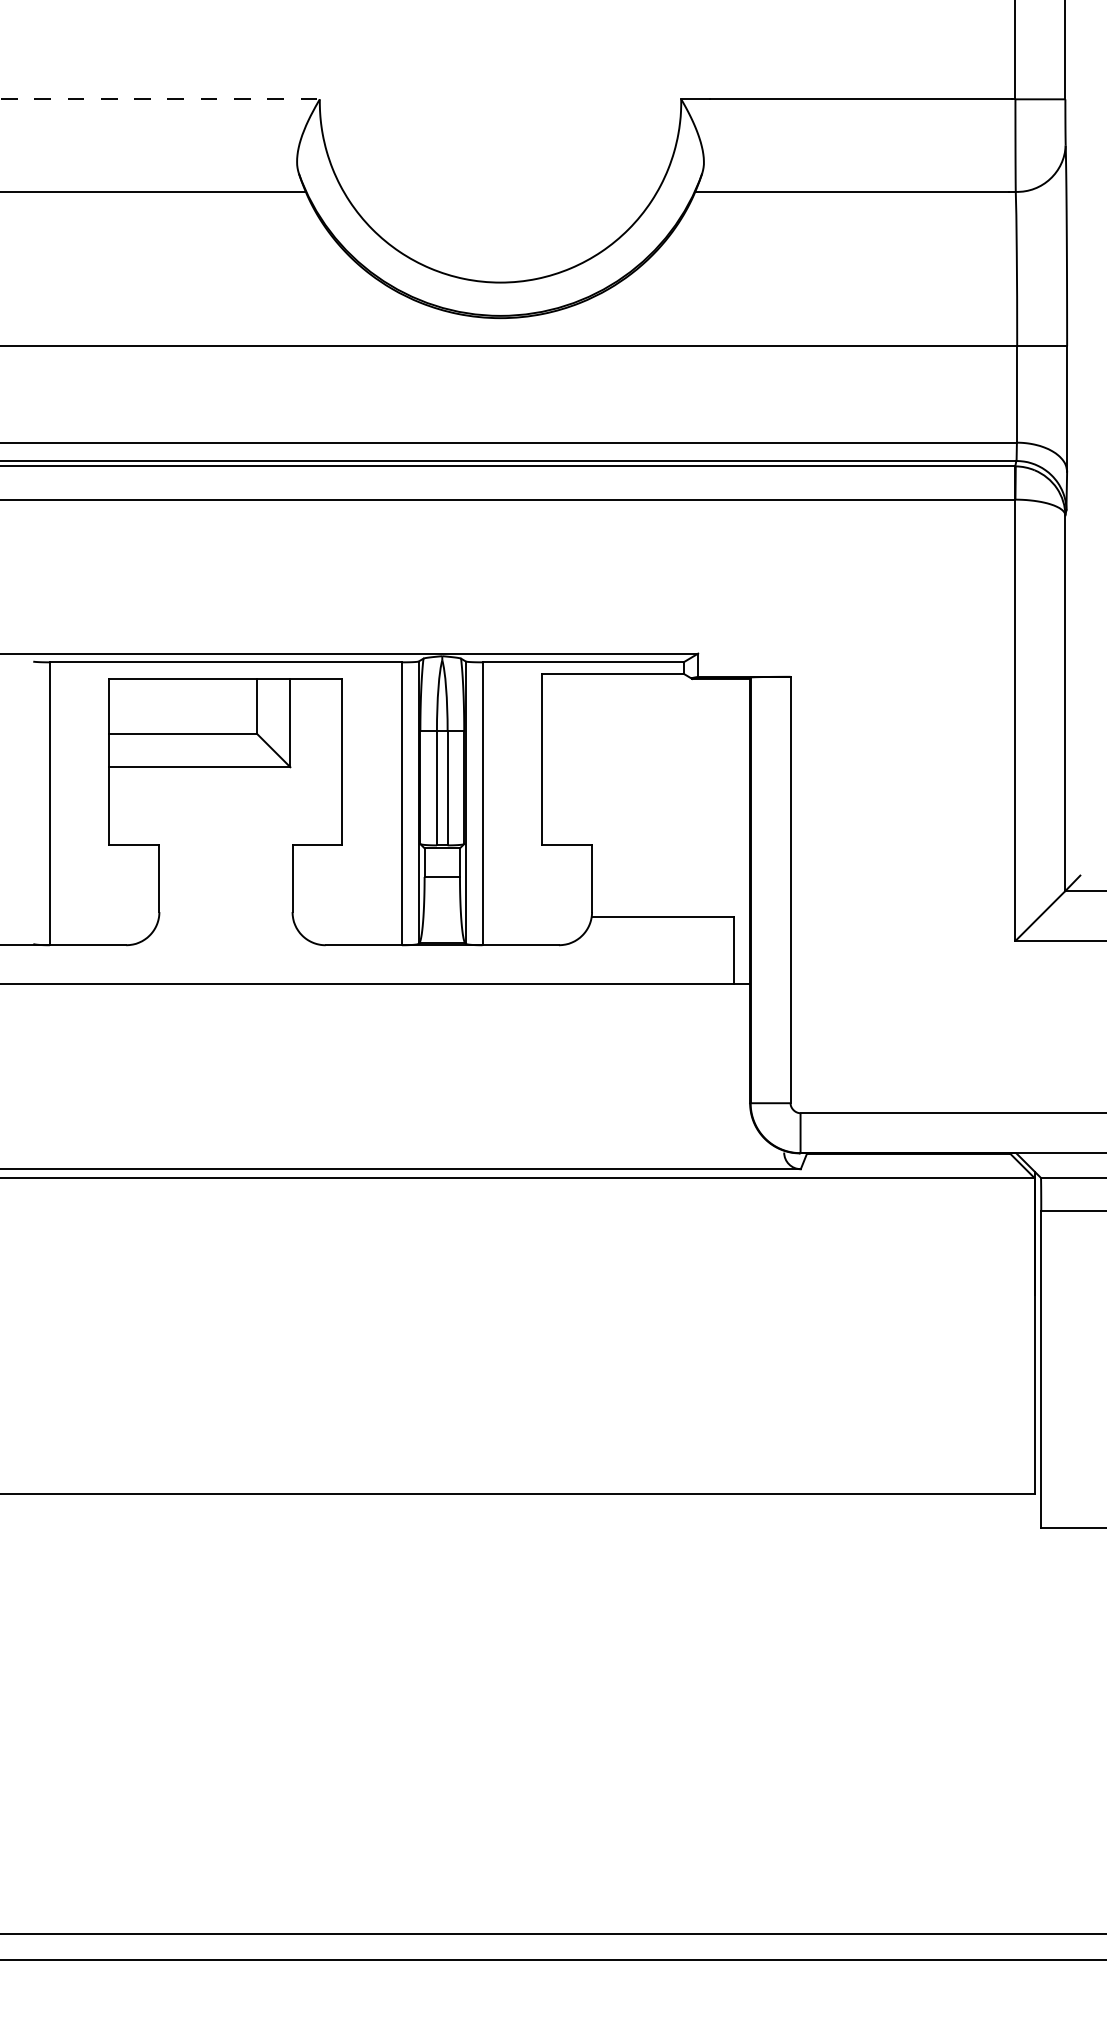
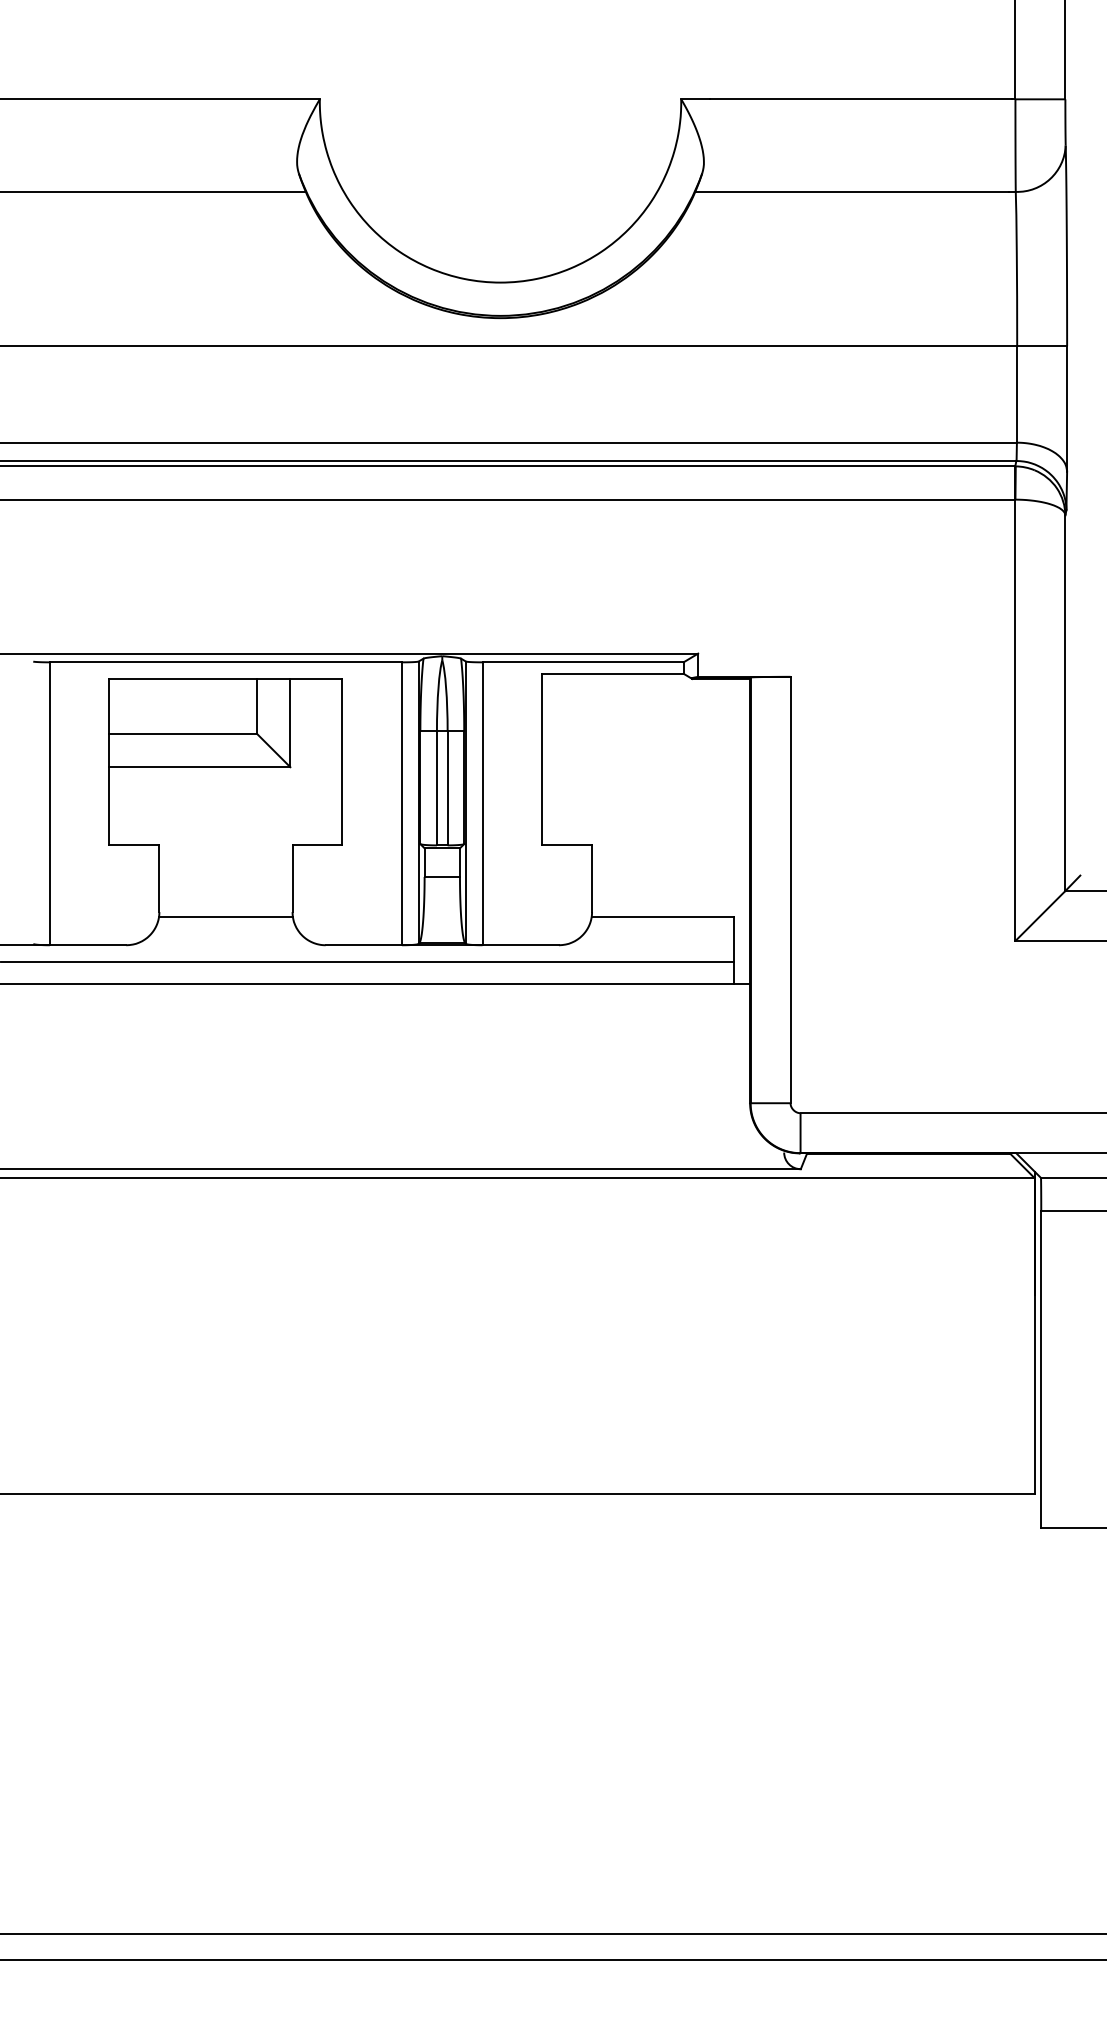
line at (160, 99): dashed -> solid
line at (225, 916): none -> present
line at (367, 961): none -> present
